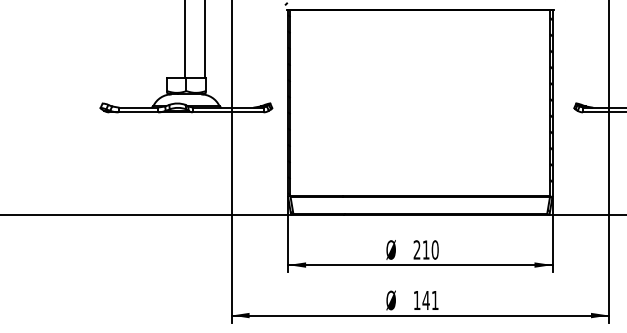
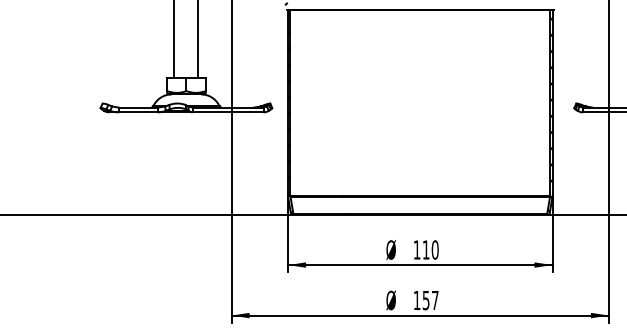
line at (185, 39) position: (185, 39) -> (174, 39)
line at (205, 39) position: (205, 39) -> (198, 39)
text at (416, 249): 210 -> 110
text at (430, 300): 141 -> 157
